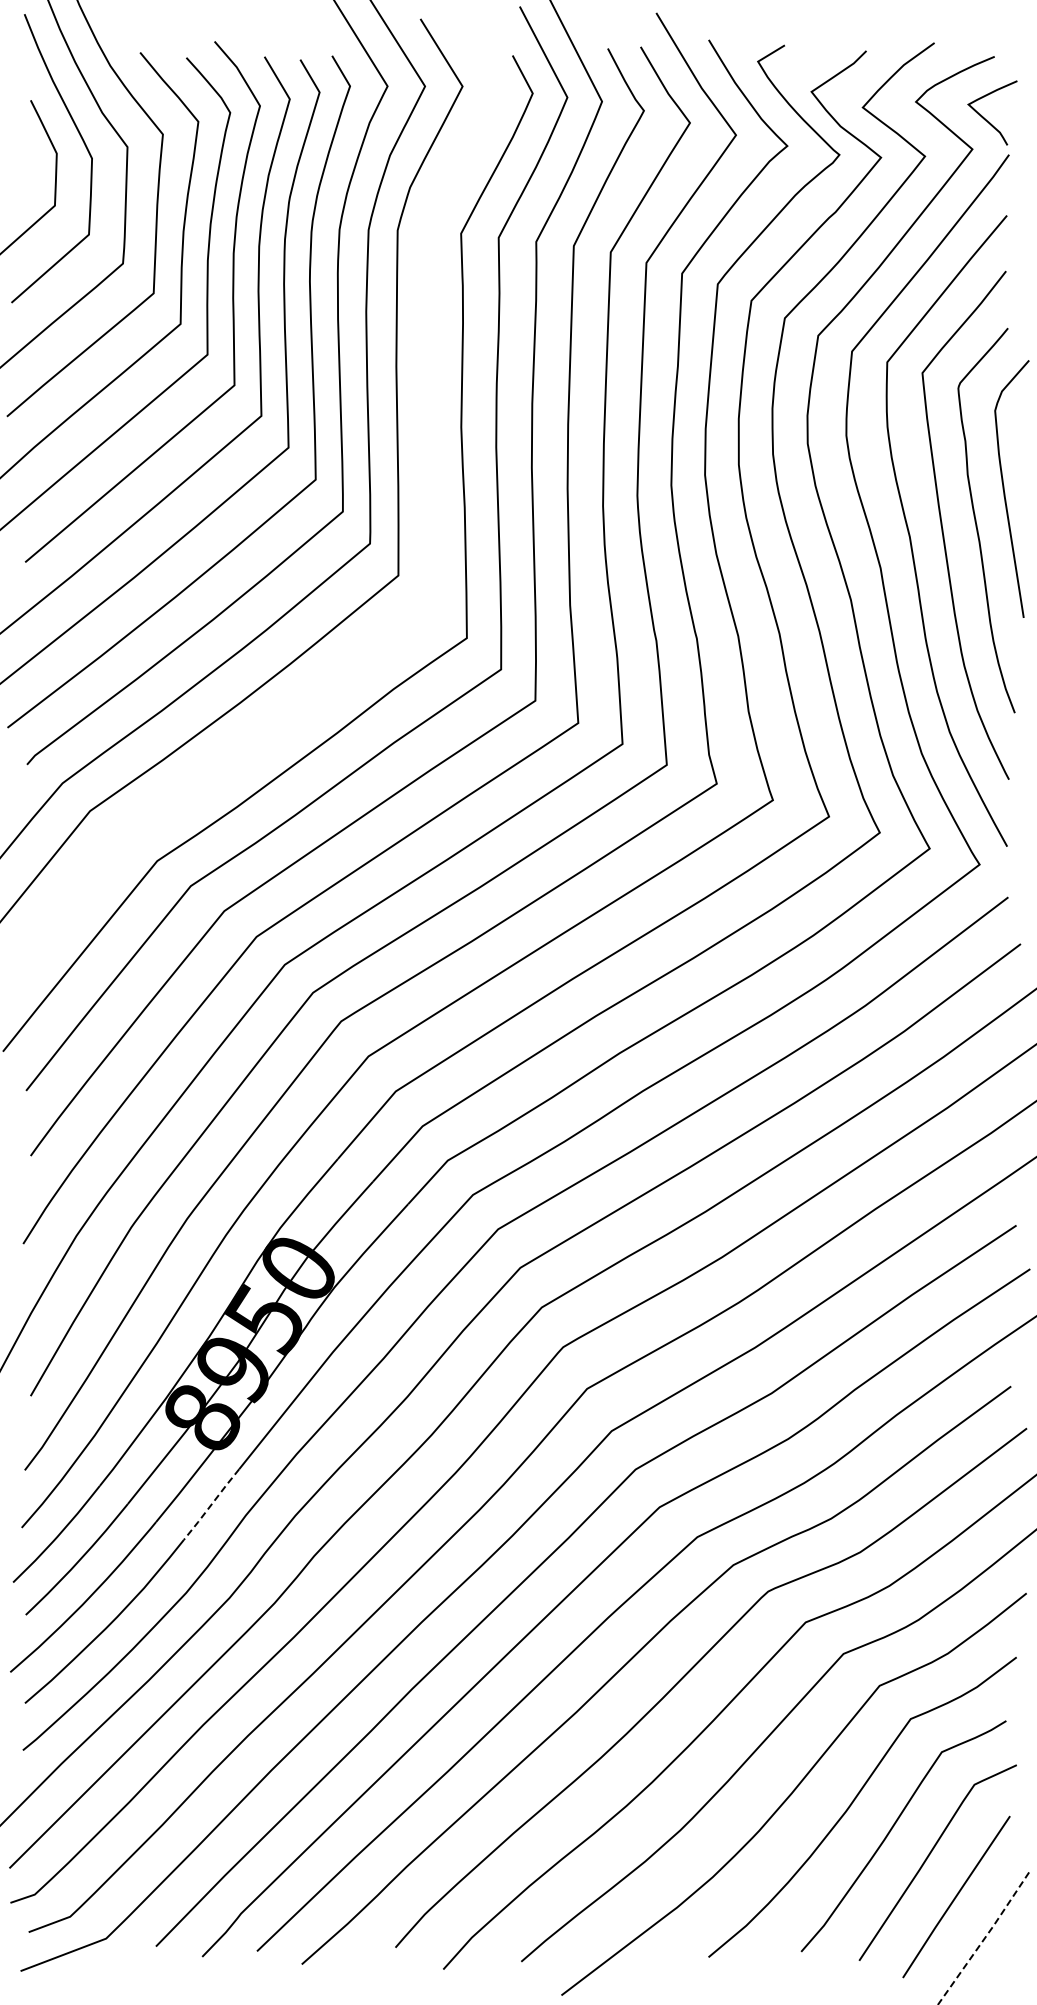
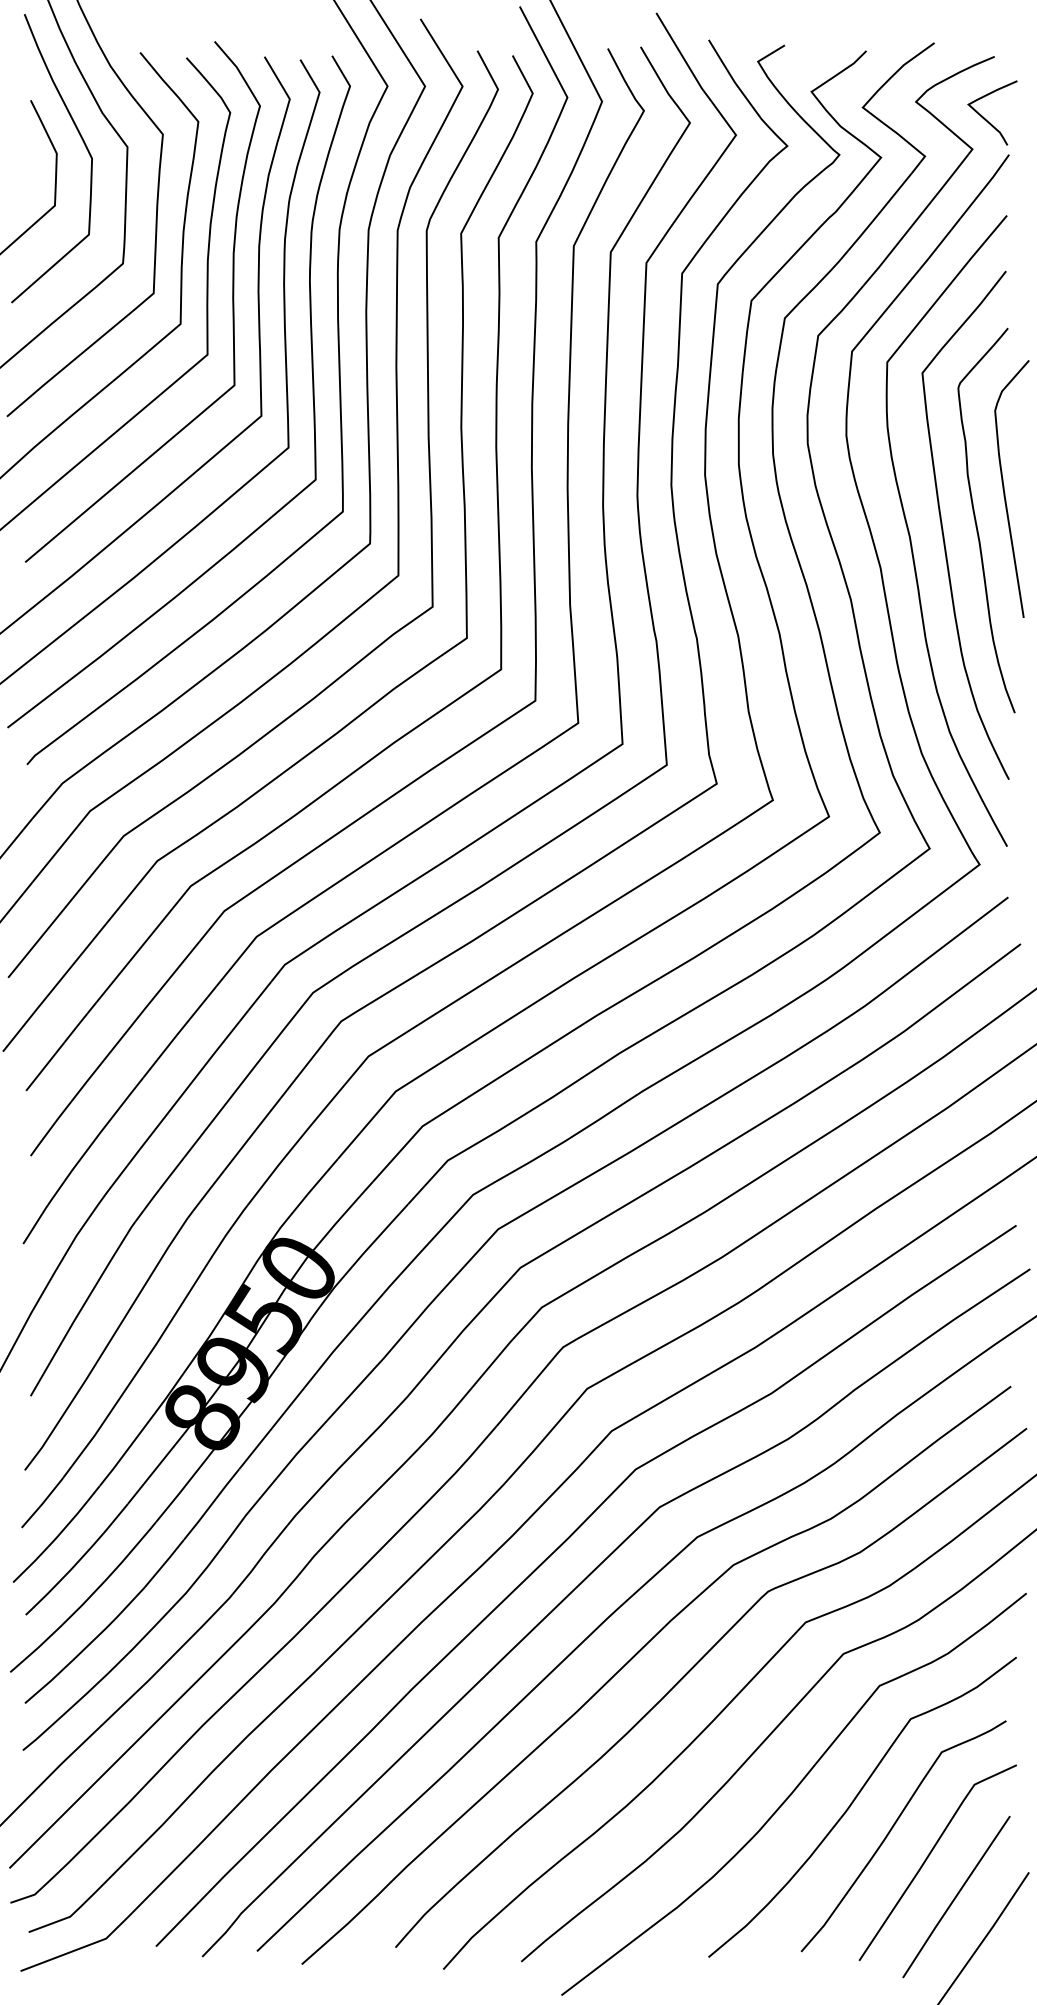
curve at (429, 498): none -> present
line at (211, 1504): dashed -> solid
line at (984, 1938): dashed -> solid
